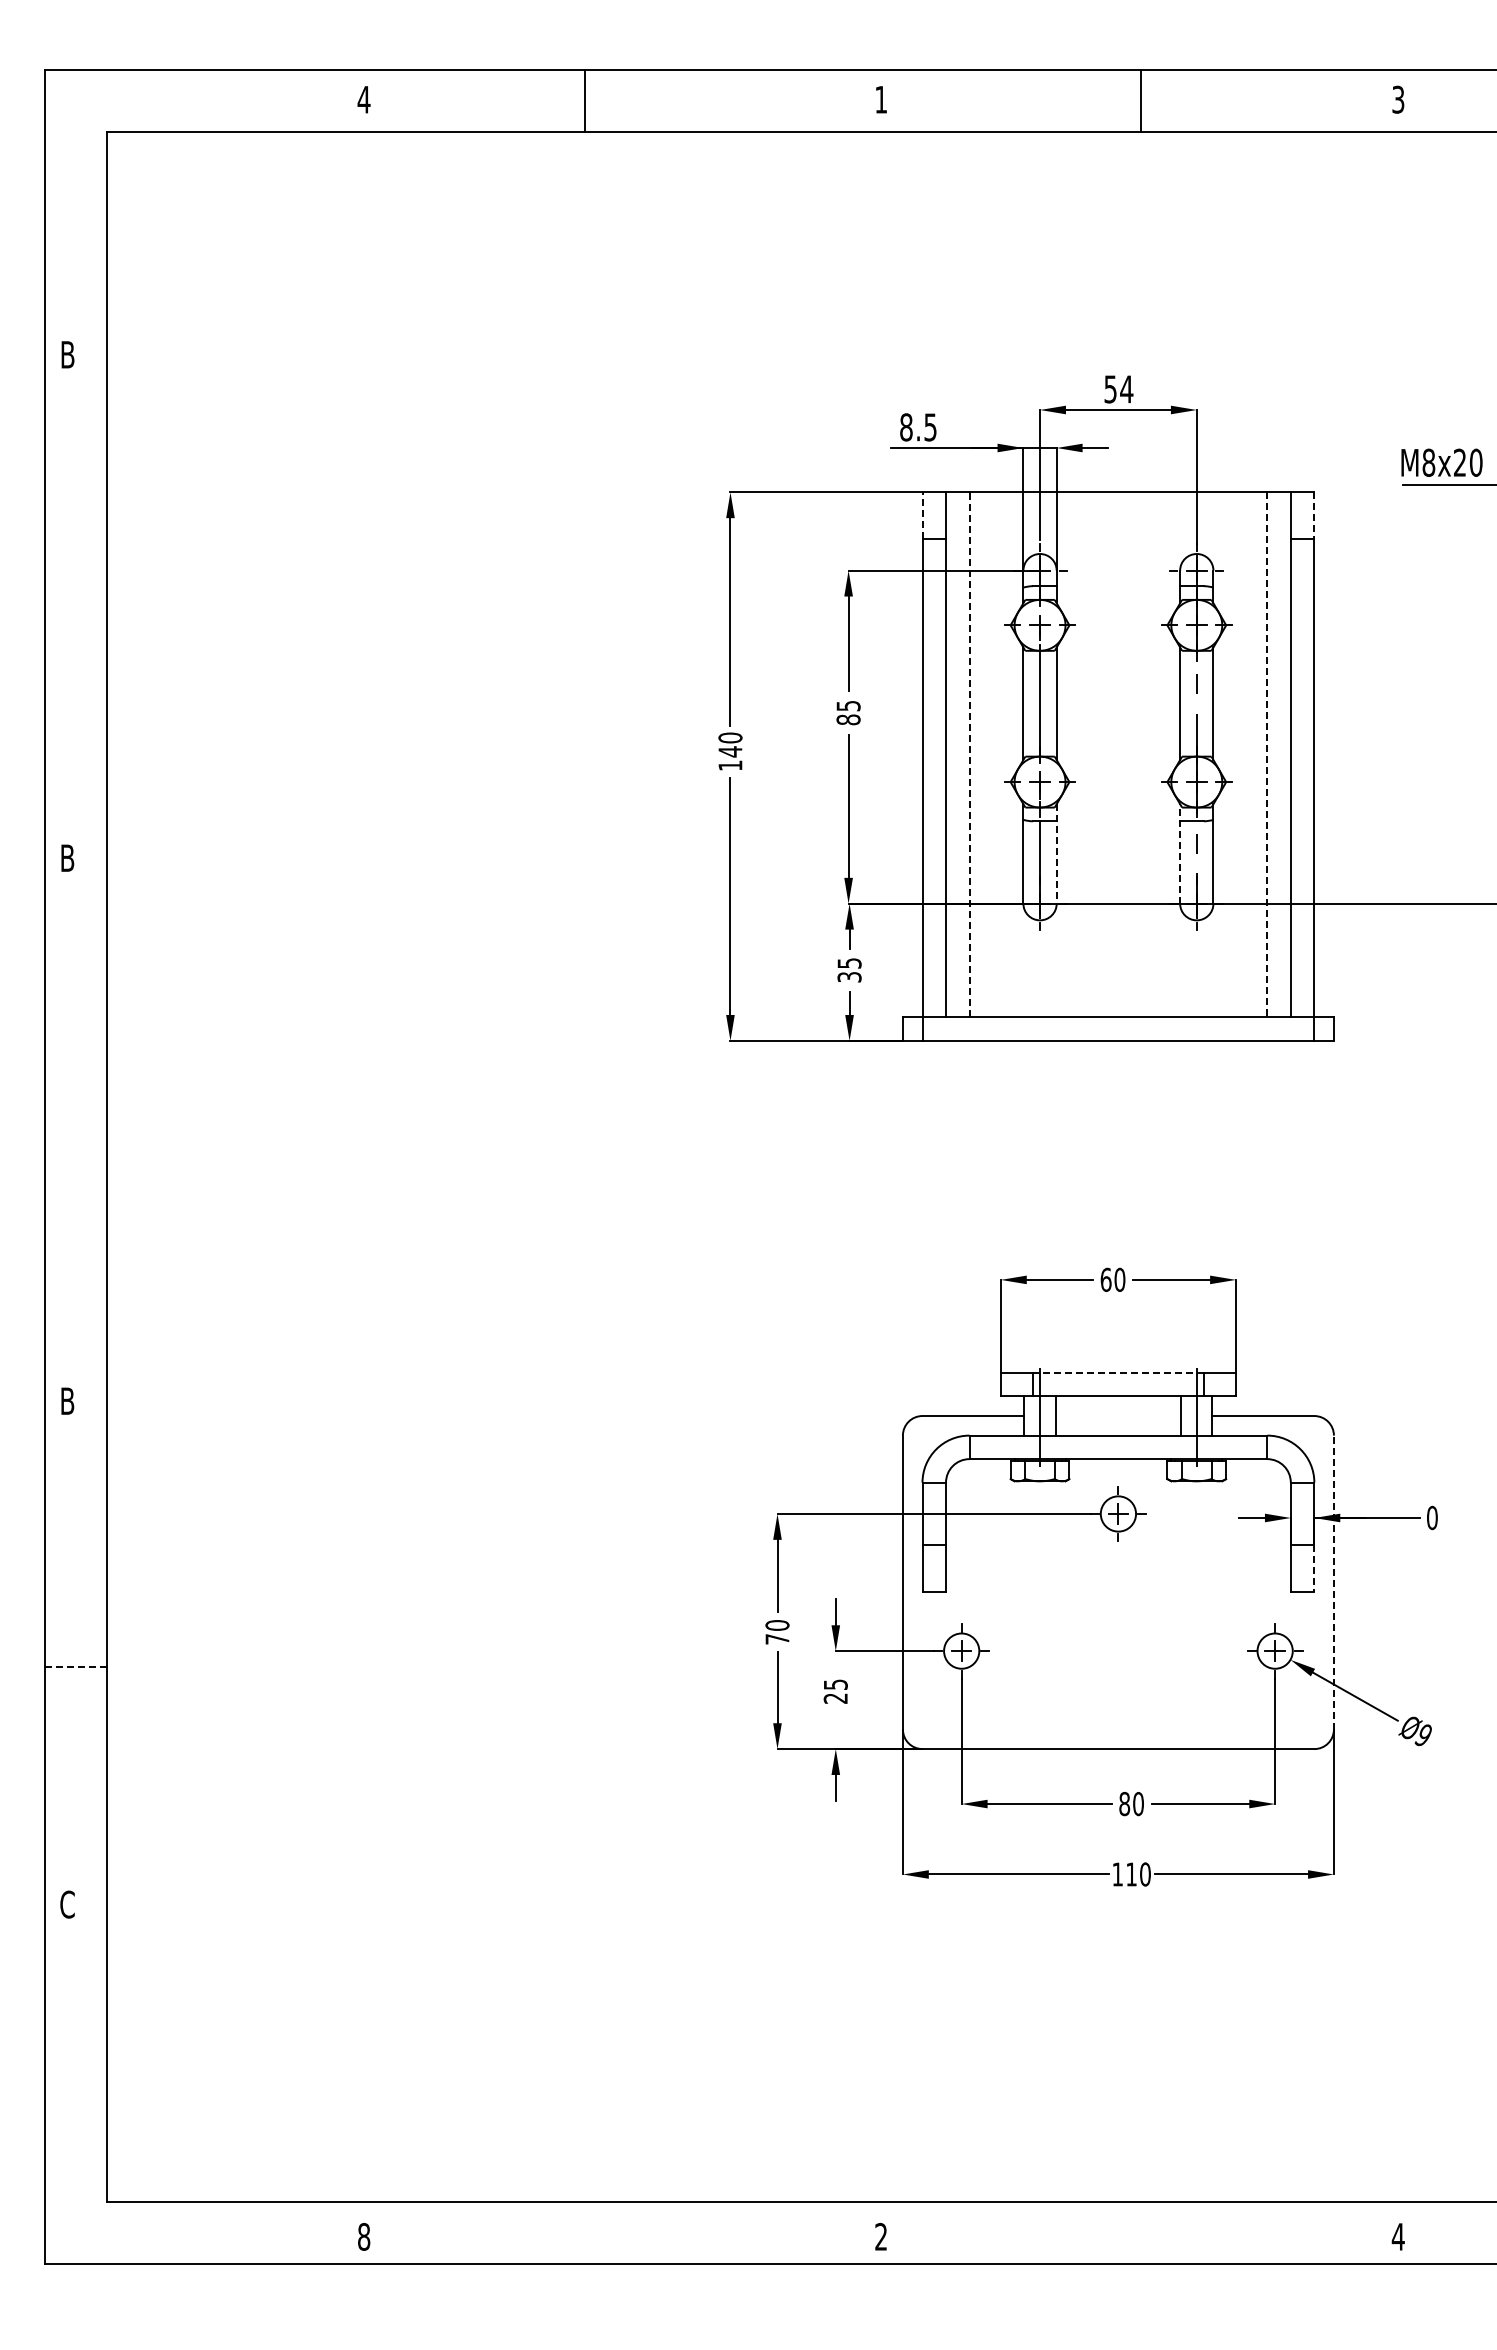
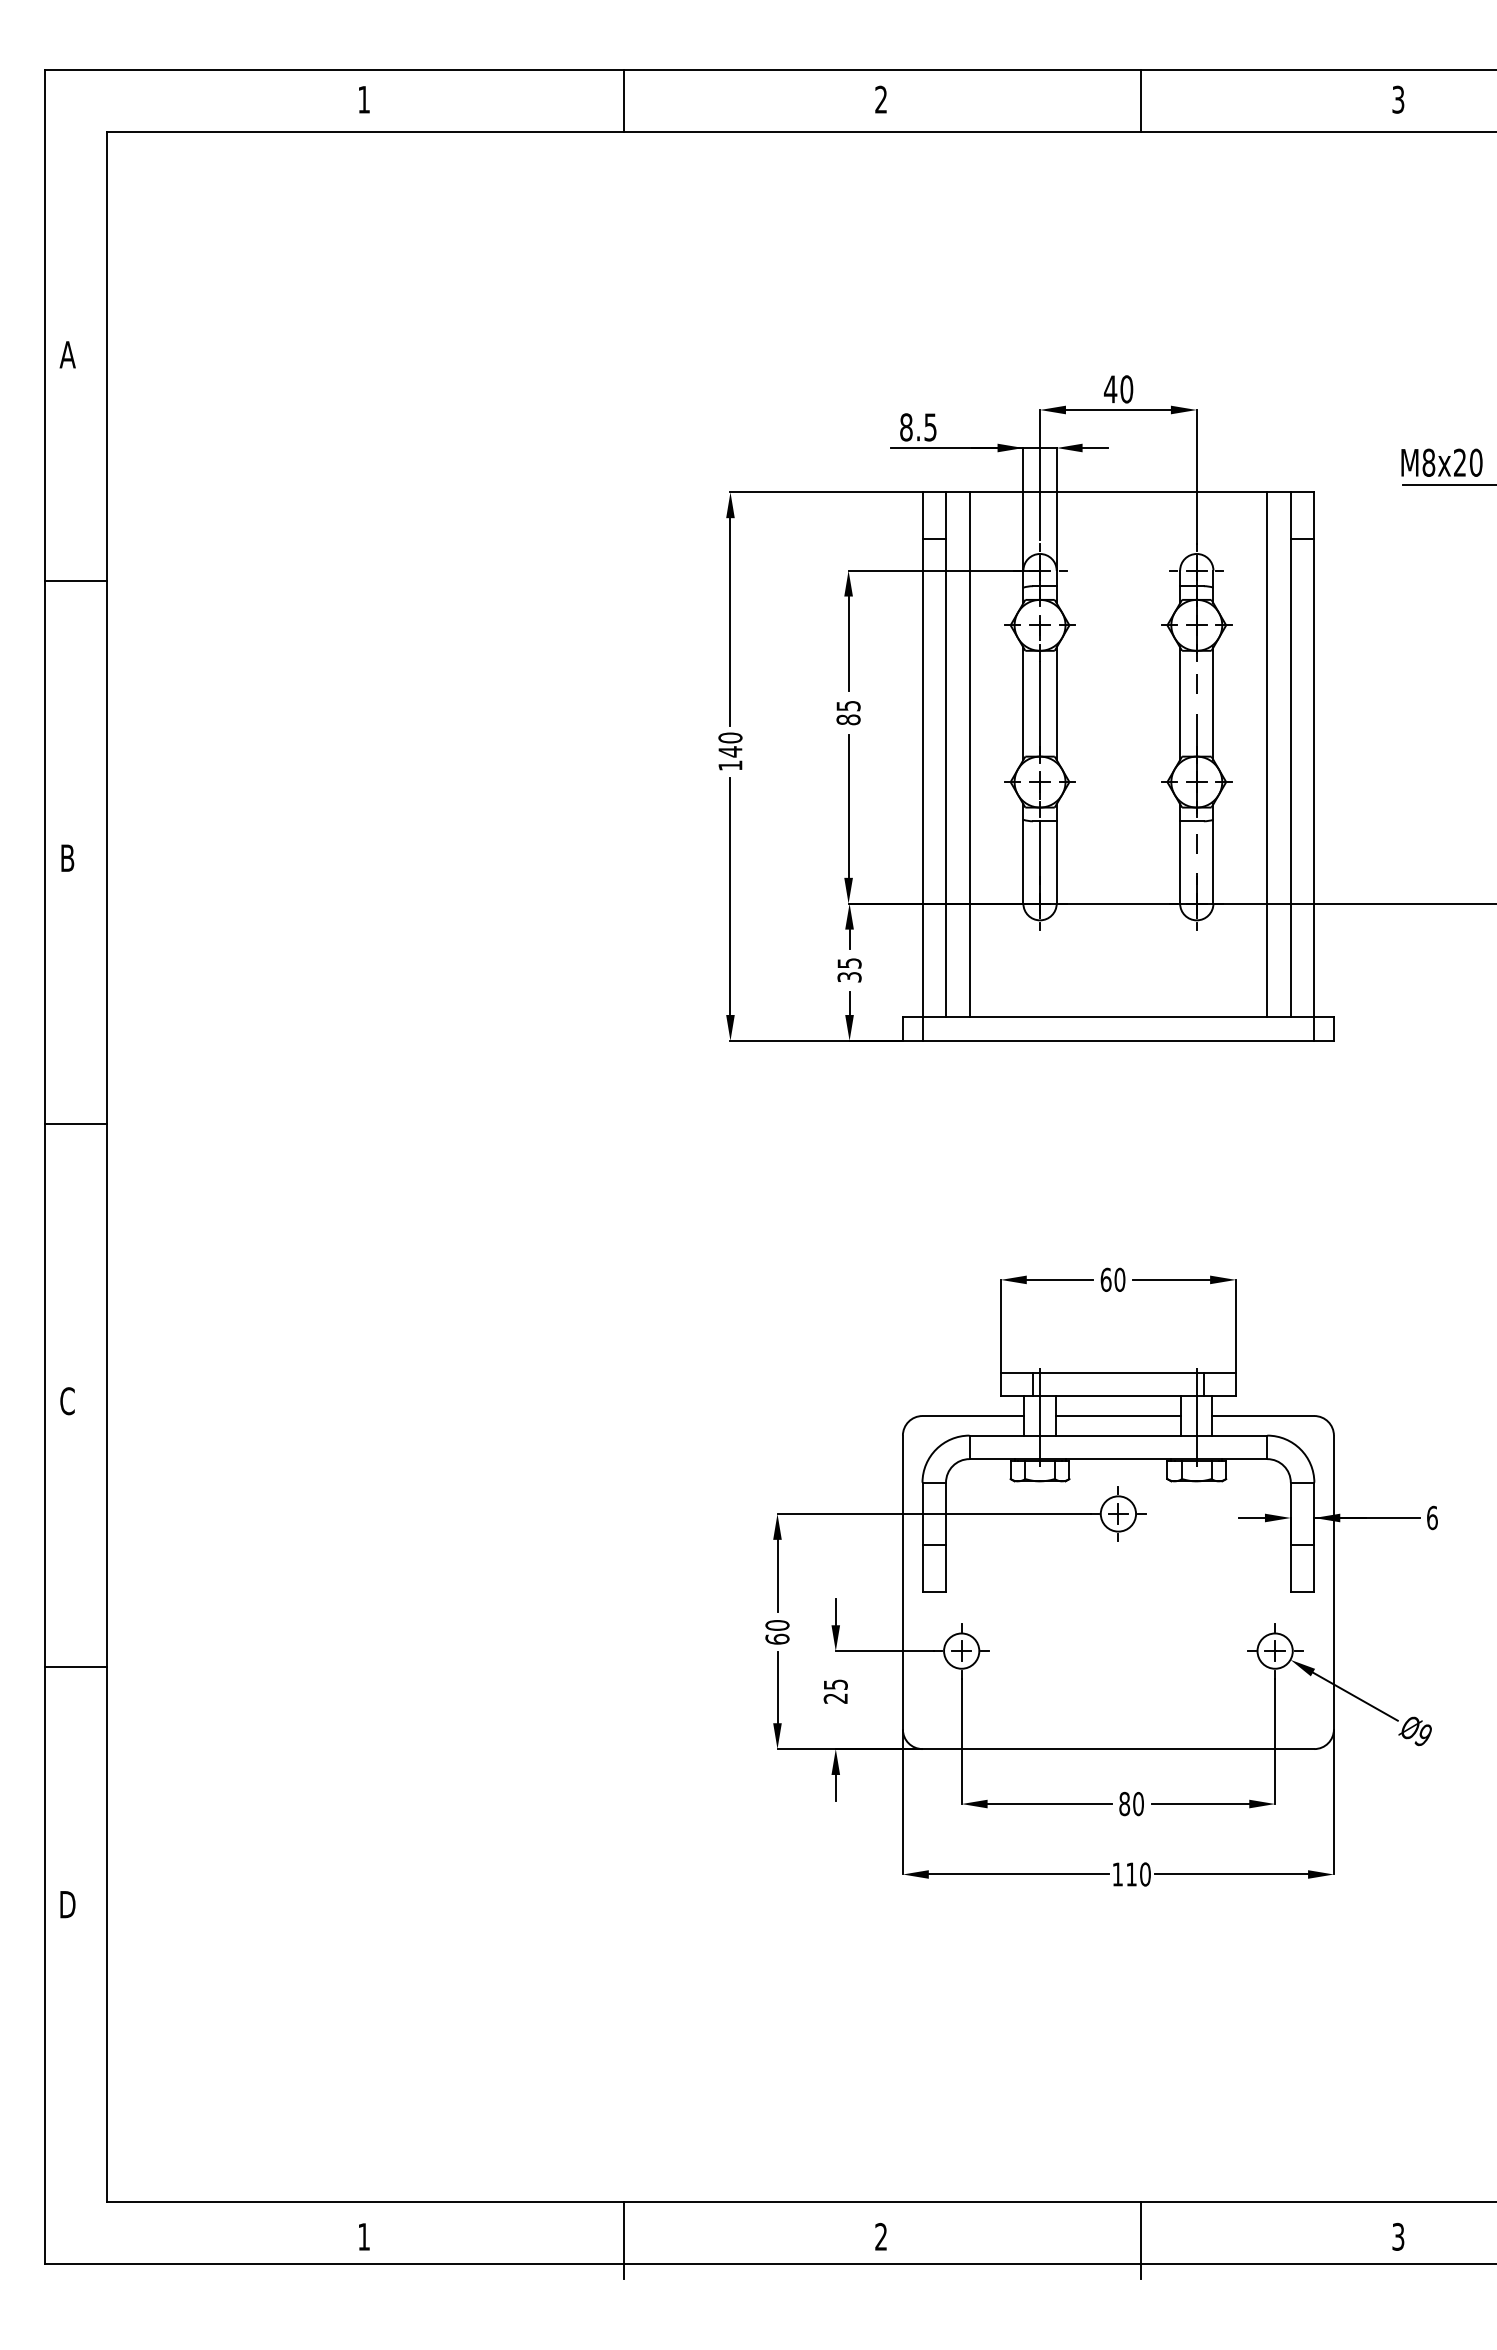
text at (363, 99): 4 -> 1
text at (880, 99): 1 -> 2
line at (584, 101) position: (584, 101) -> (623, 101)
text at (67, 354): B -> A
text at (1118, 389): 54 -> 40
line at (922, 515): dashed -> solid
line at (1314, 515): dashed -> solid
line at (75, 580): none -> present
line at (969, 754): dashed -> solid
line at (1267, 754): dashed -> solid
line at (1056, 853): dashed -> solid
line at (1180, 853): dashed -> solid
line at (75, 1123): none -> present
line at (1117, 1372): dashed -> solid
text at (67, 1401): B -> C
line at (1118, 1416): none -> present
text at (1432, 1517): 0 -> 6
line at (1314, 1568): dashed -> solid
line at (1333, 1582): dashed -> solid
text at (777, 1638): 70 -> 60
line at (75, 1666): dashed -> solid
text at (67, 1904): C -> D
text at (364, 2236): 8 -> 1
text at (1397, 2236): 4 -> 3
line at (623, 2240): none -> present
line at (1141, 2240): none -> present
